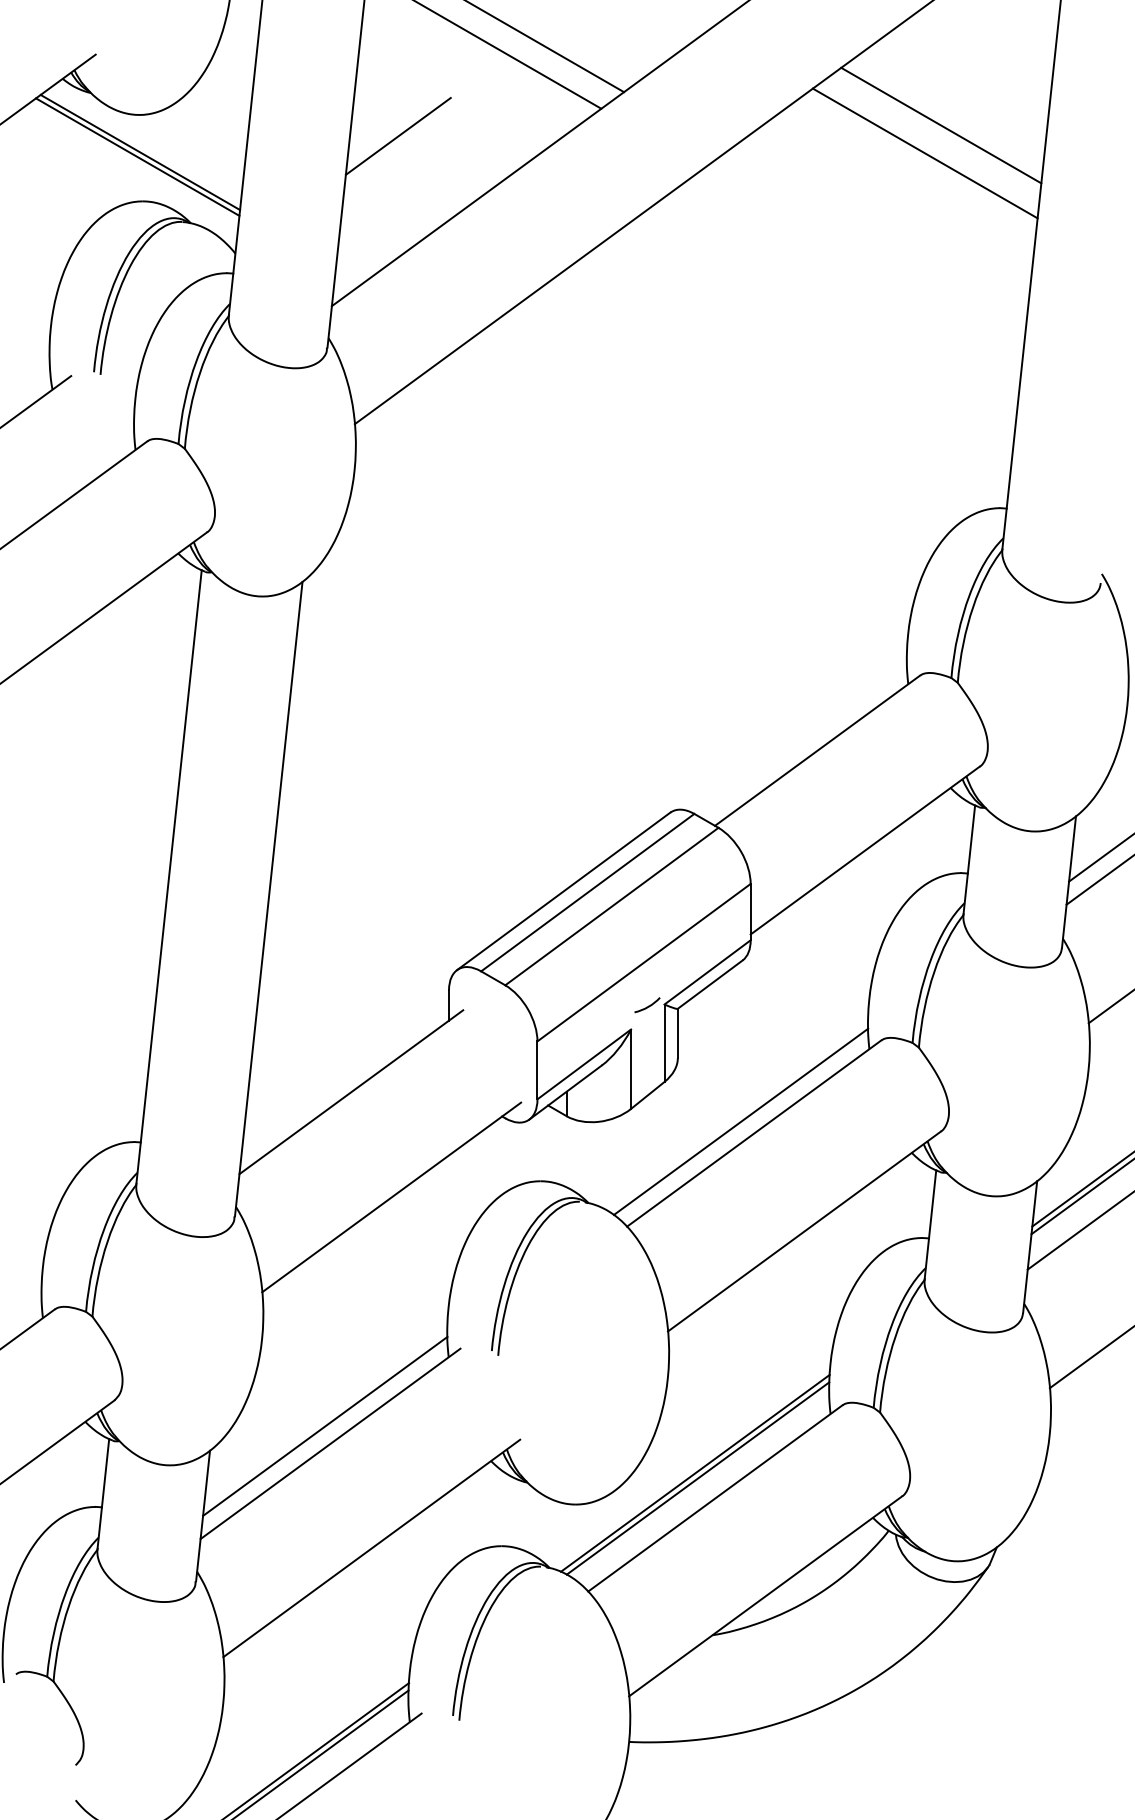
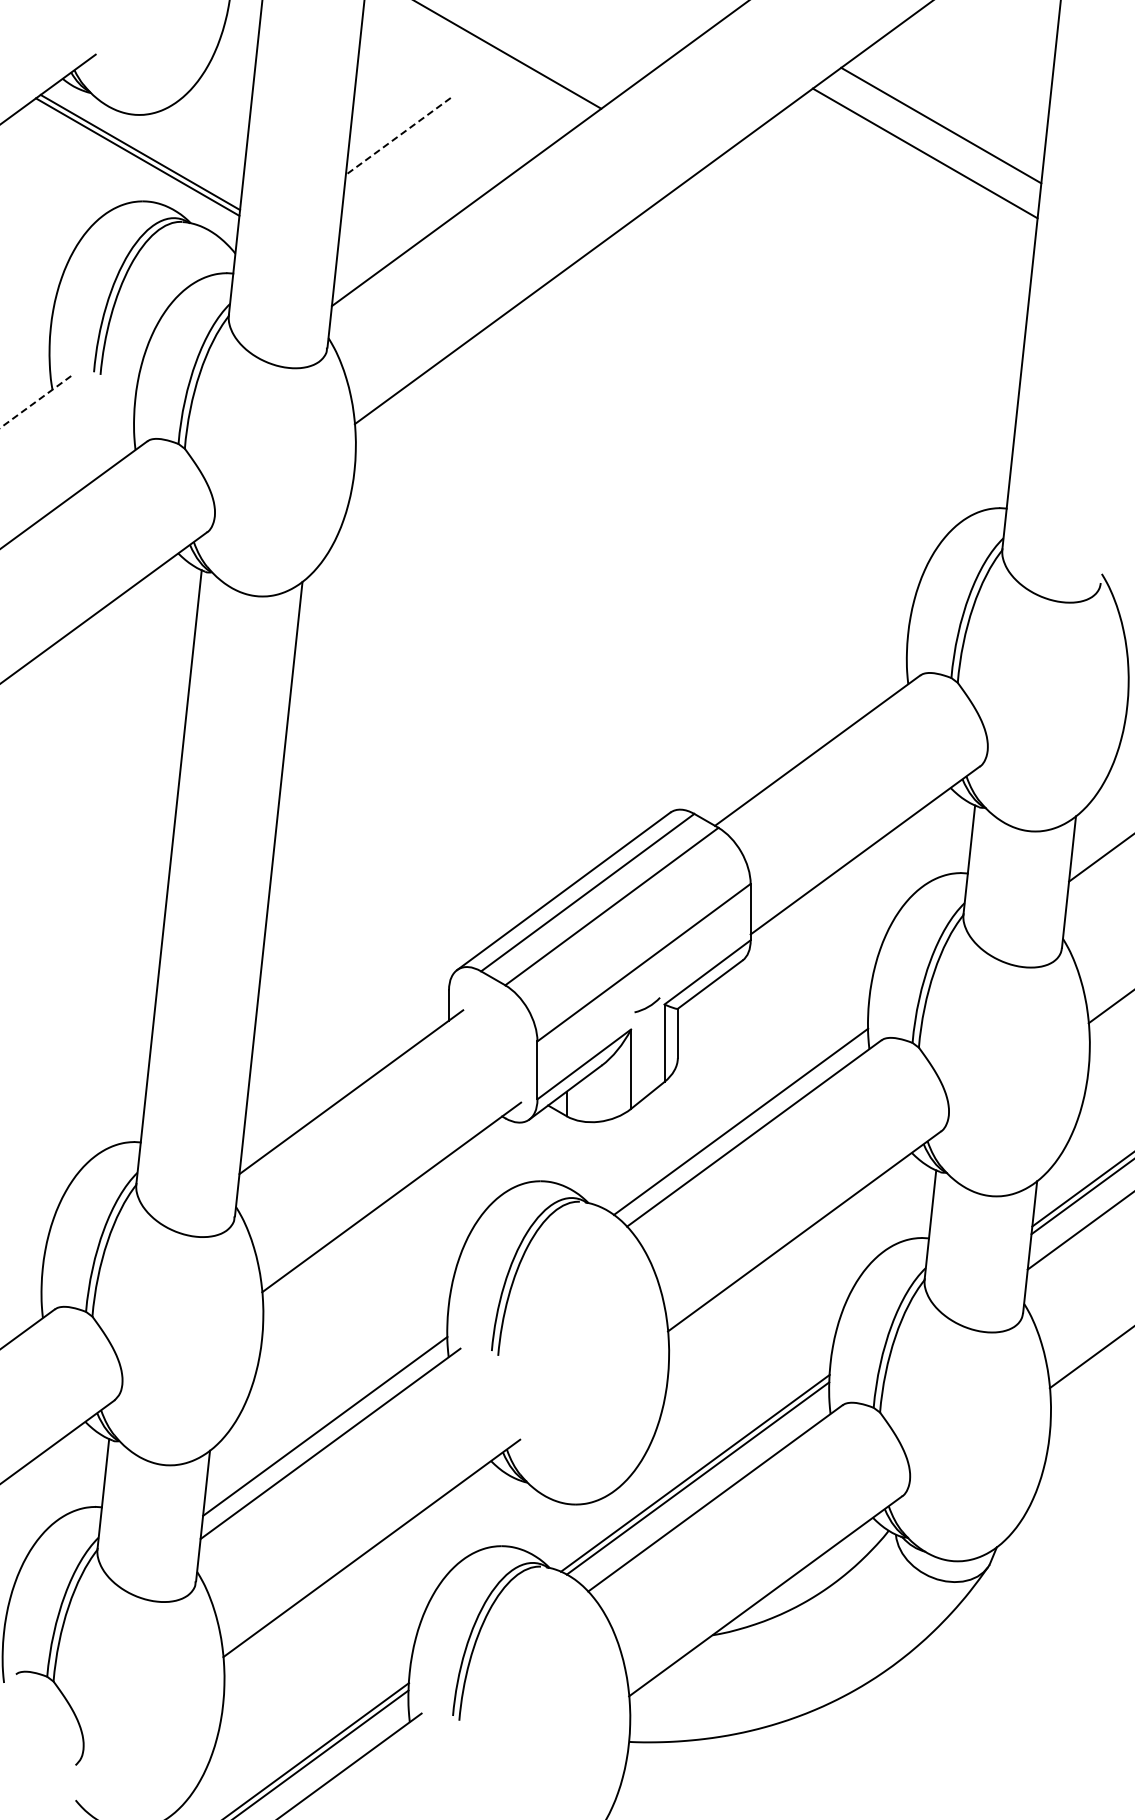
line at (546, 47): present -> none
line at (397, 136): solid -> dashed
line at (35, 402): solid -> dashed
line at (1098, 880): present -> none
